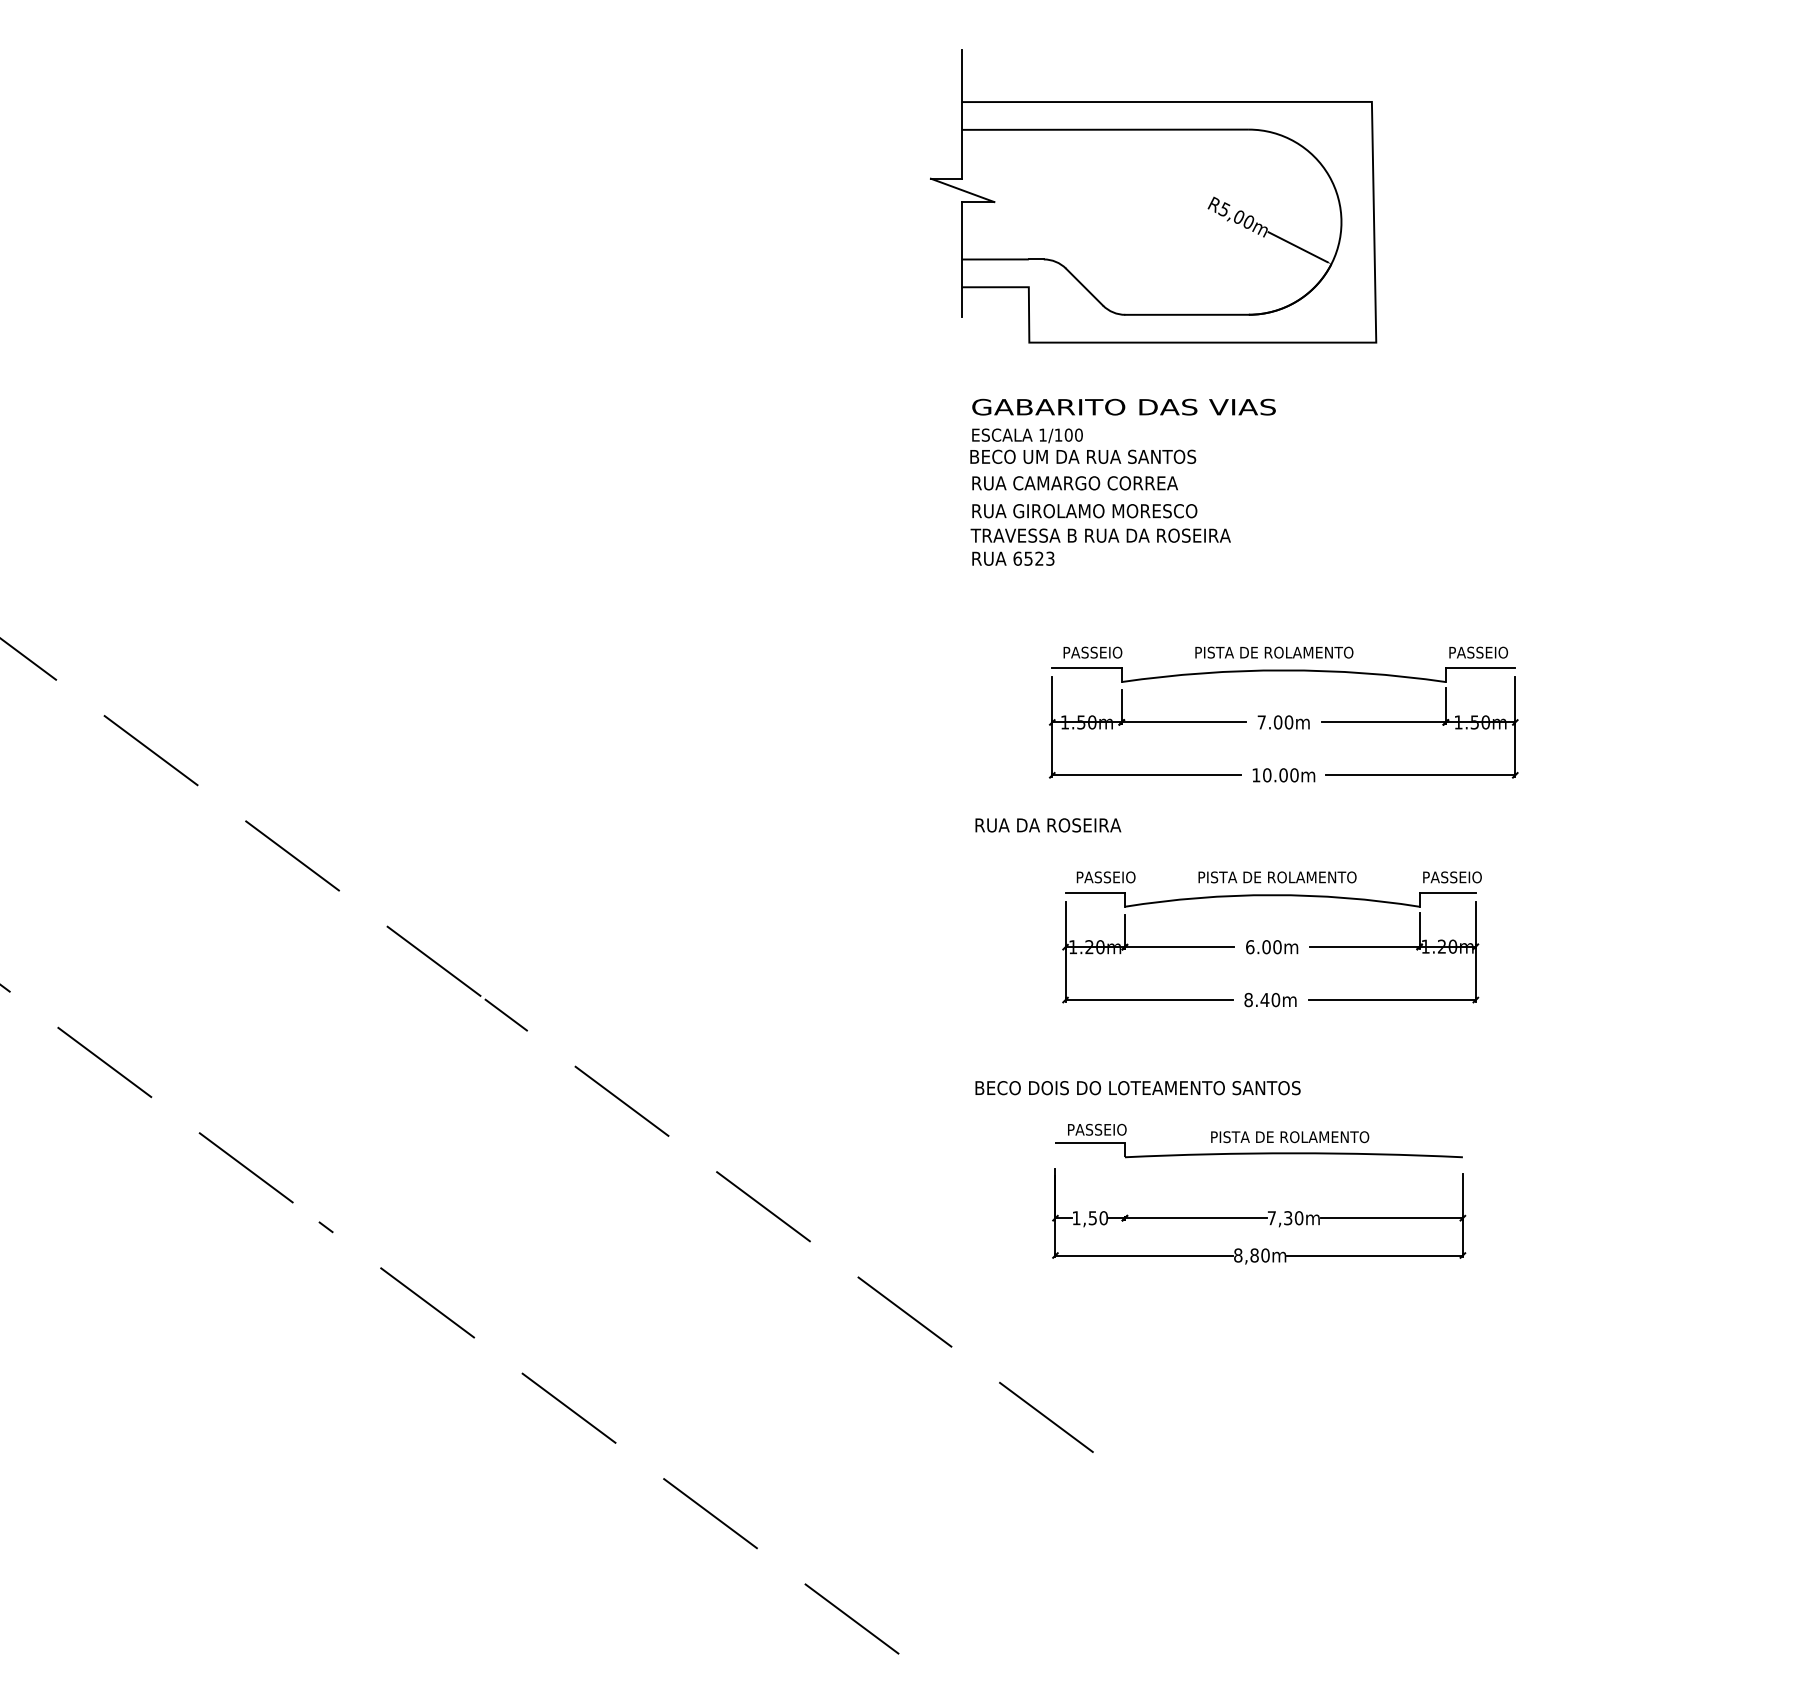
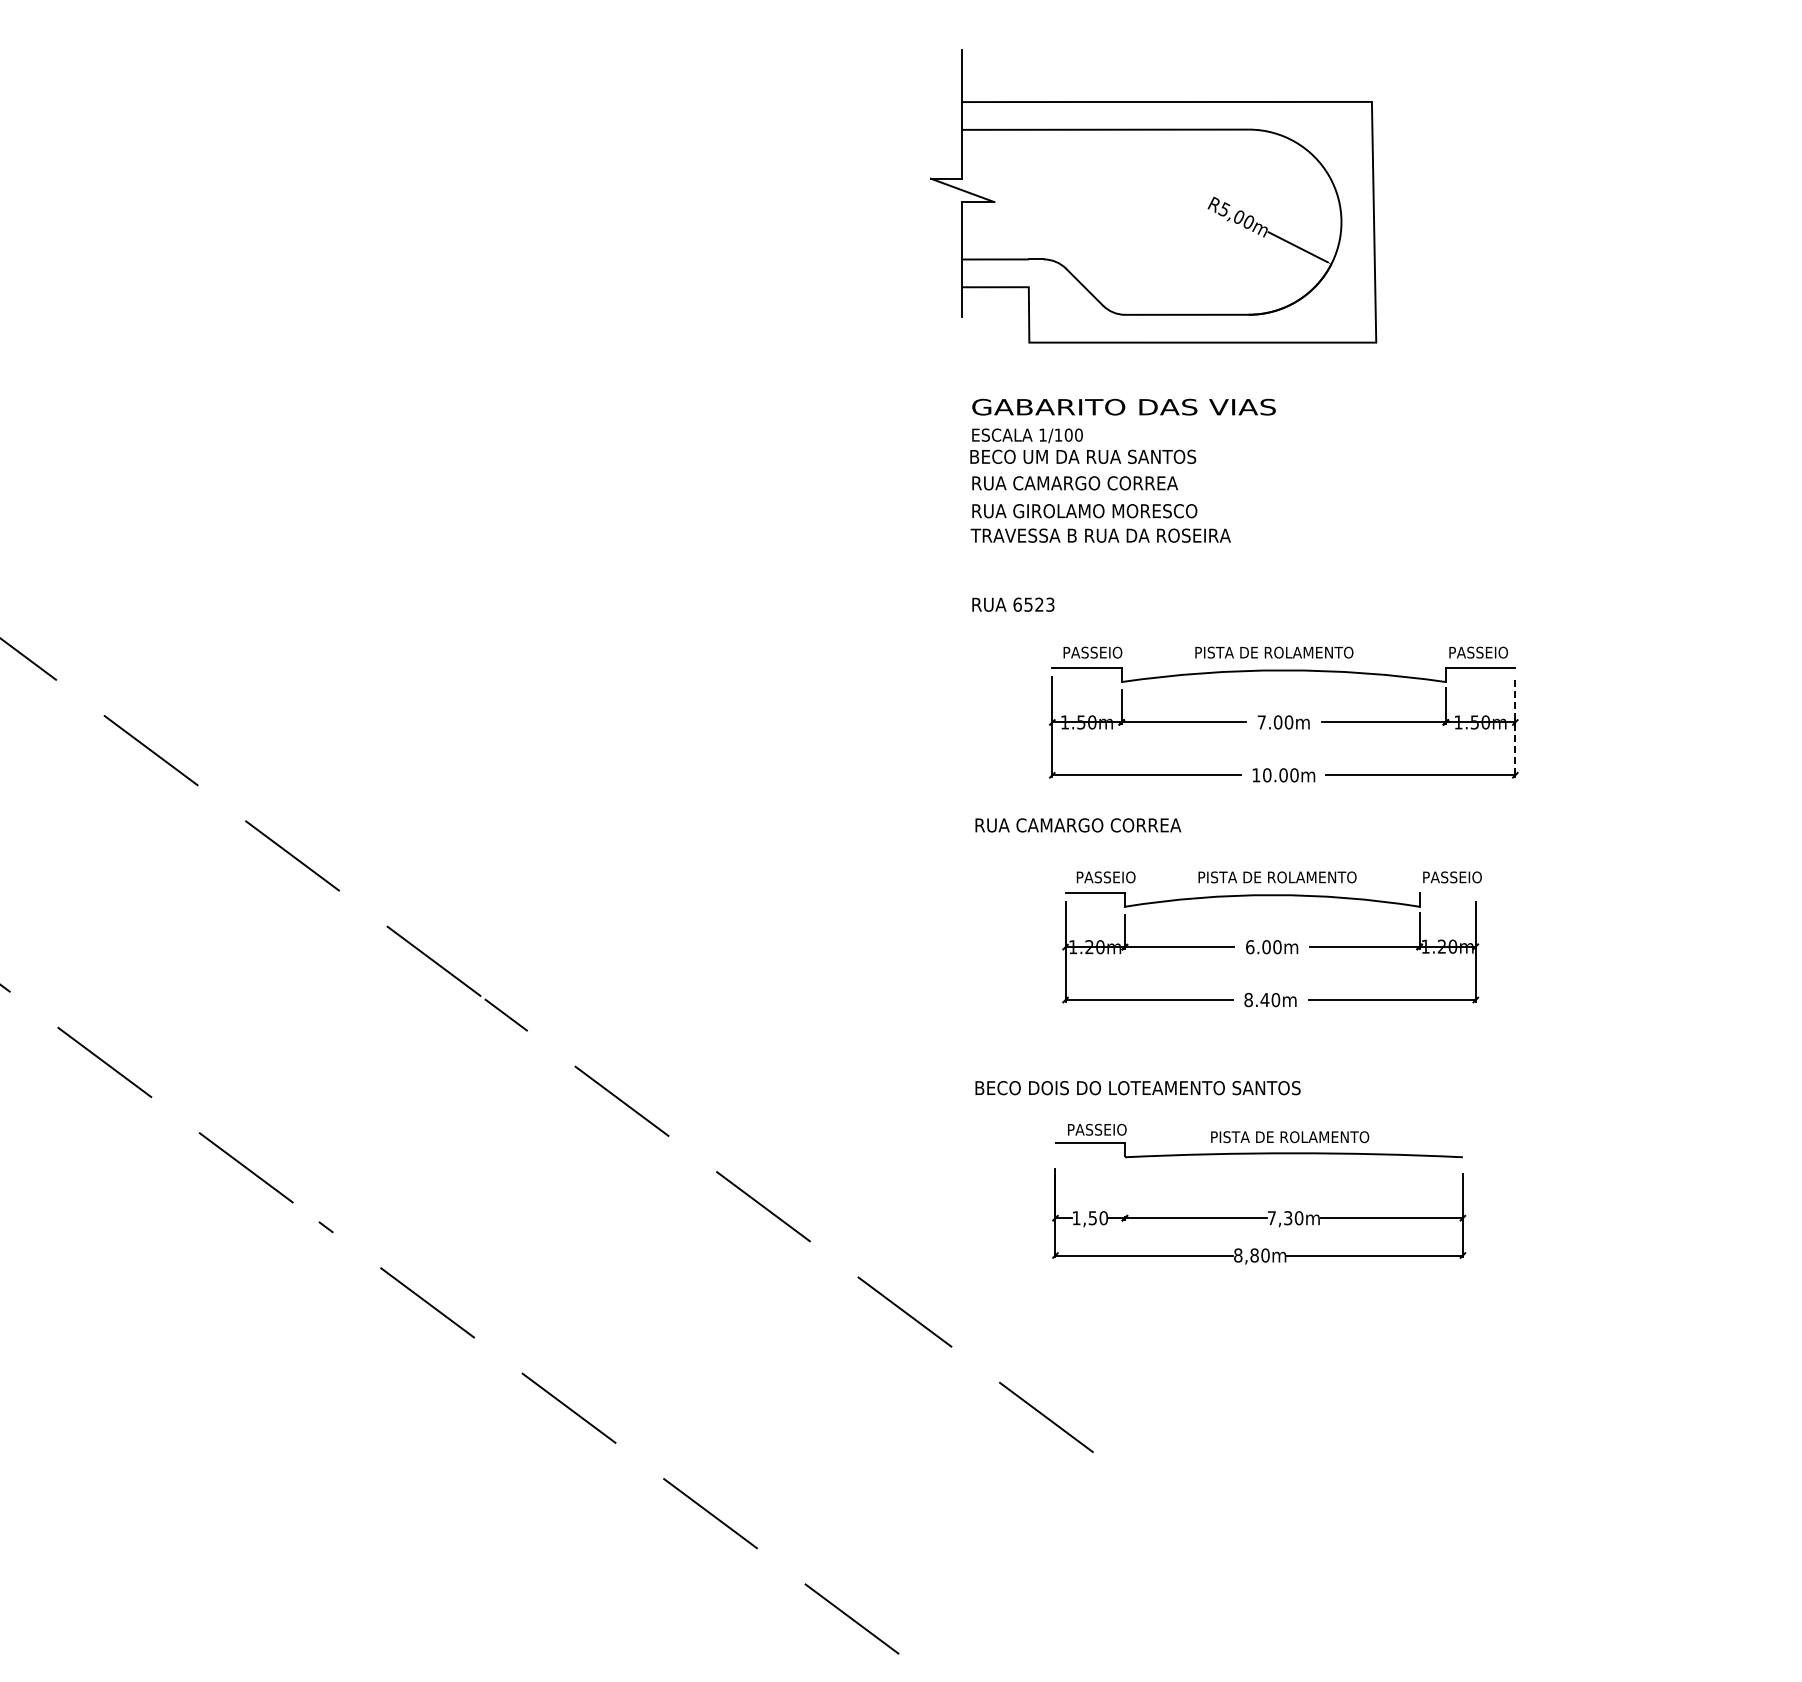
text at (1013, 558) position: (1013, 558) -> (1013, 604)
line at (1515, 725): solid -> dashed
text at (1098, 825): RUA DA ROSEIRA -> RUA CAMARGO CORREA
line at (1447, 892): present -> none
